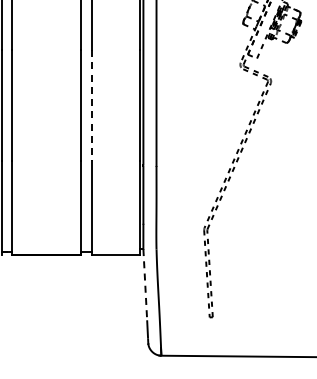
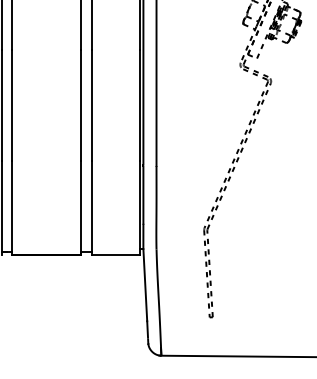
line at (92, 106): dashed -> solid
line at (145, 285): dashed -> solid
